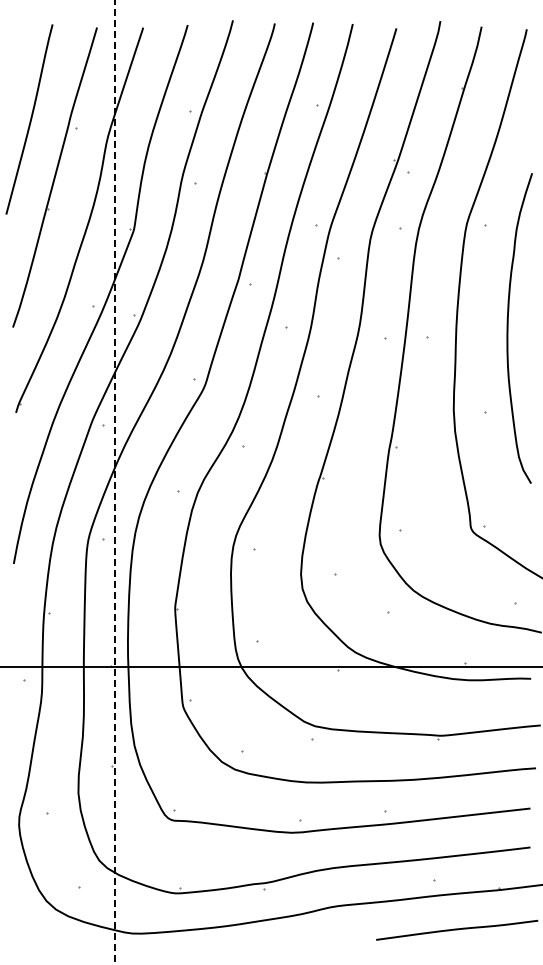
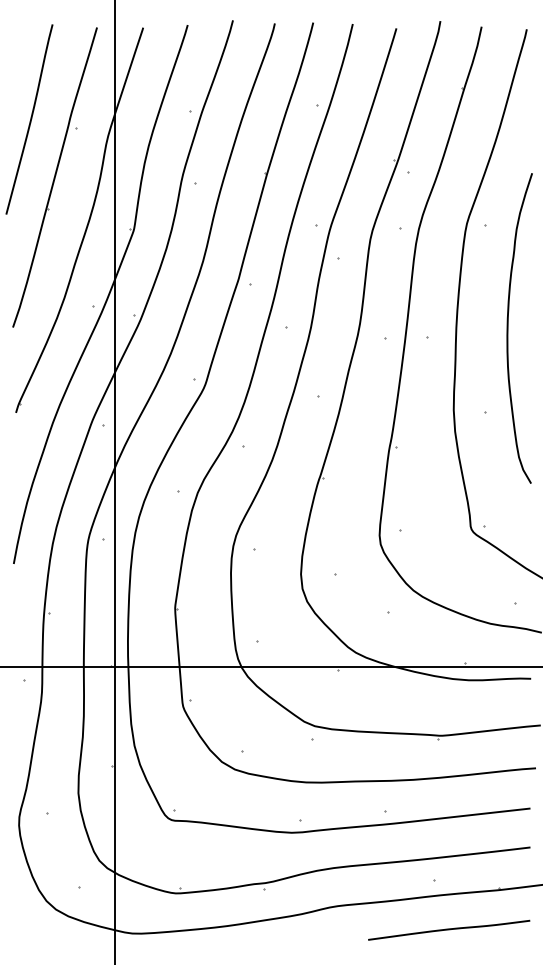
line at (114, 481): dashed -> solid
curve at (457, 929) position: (457, 929) -> (449, 929)
